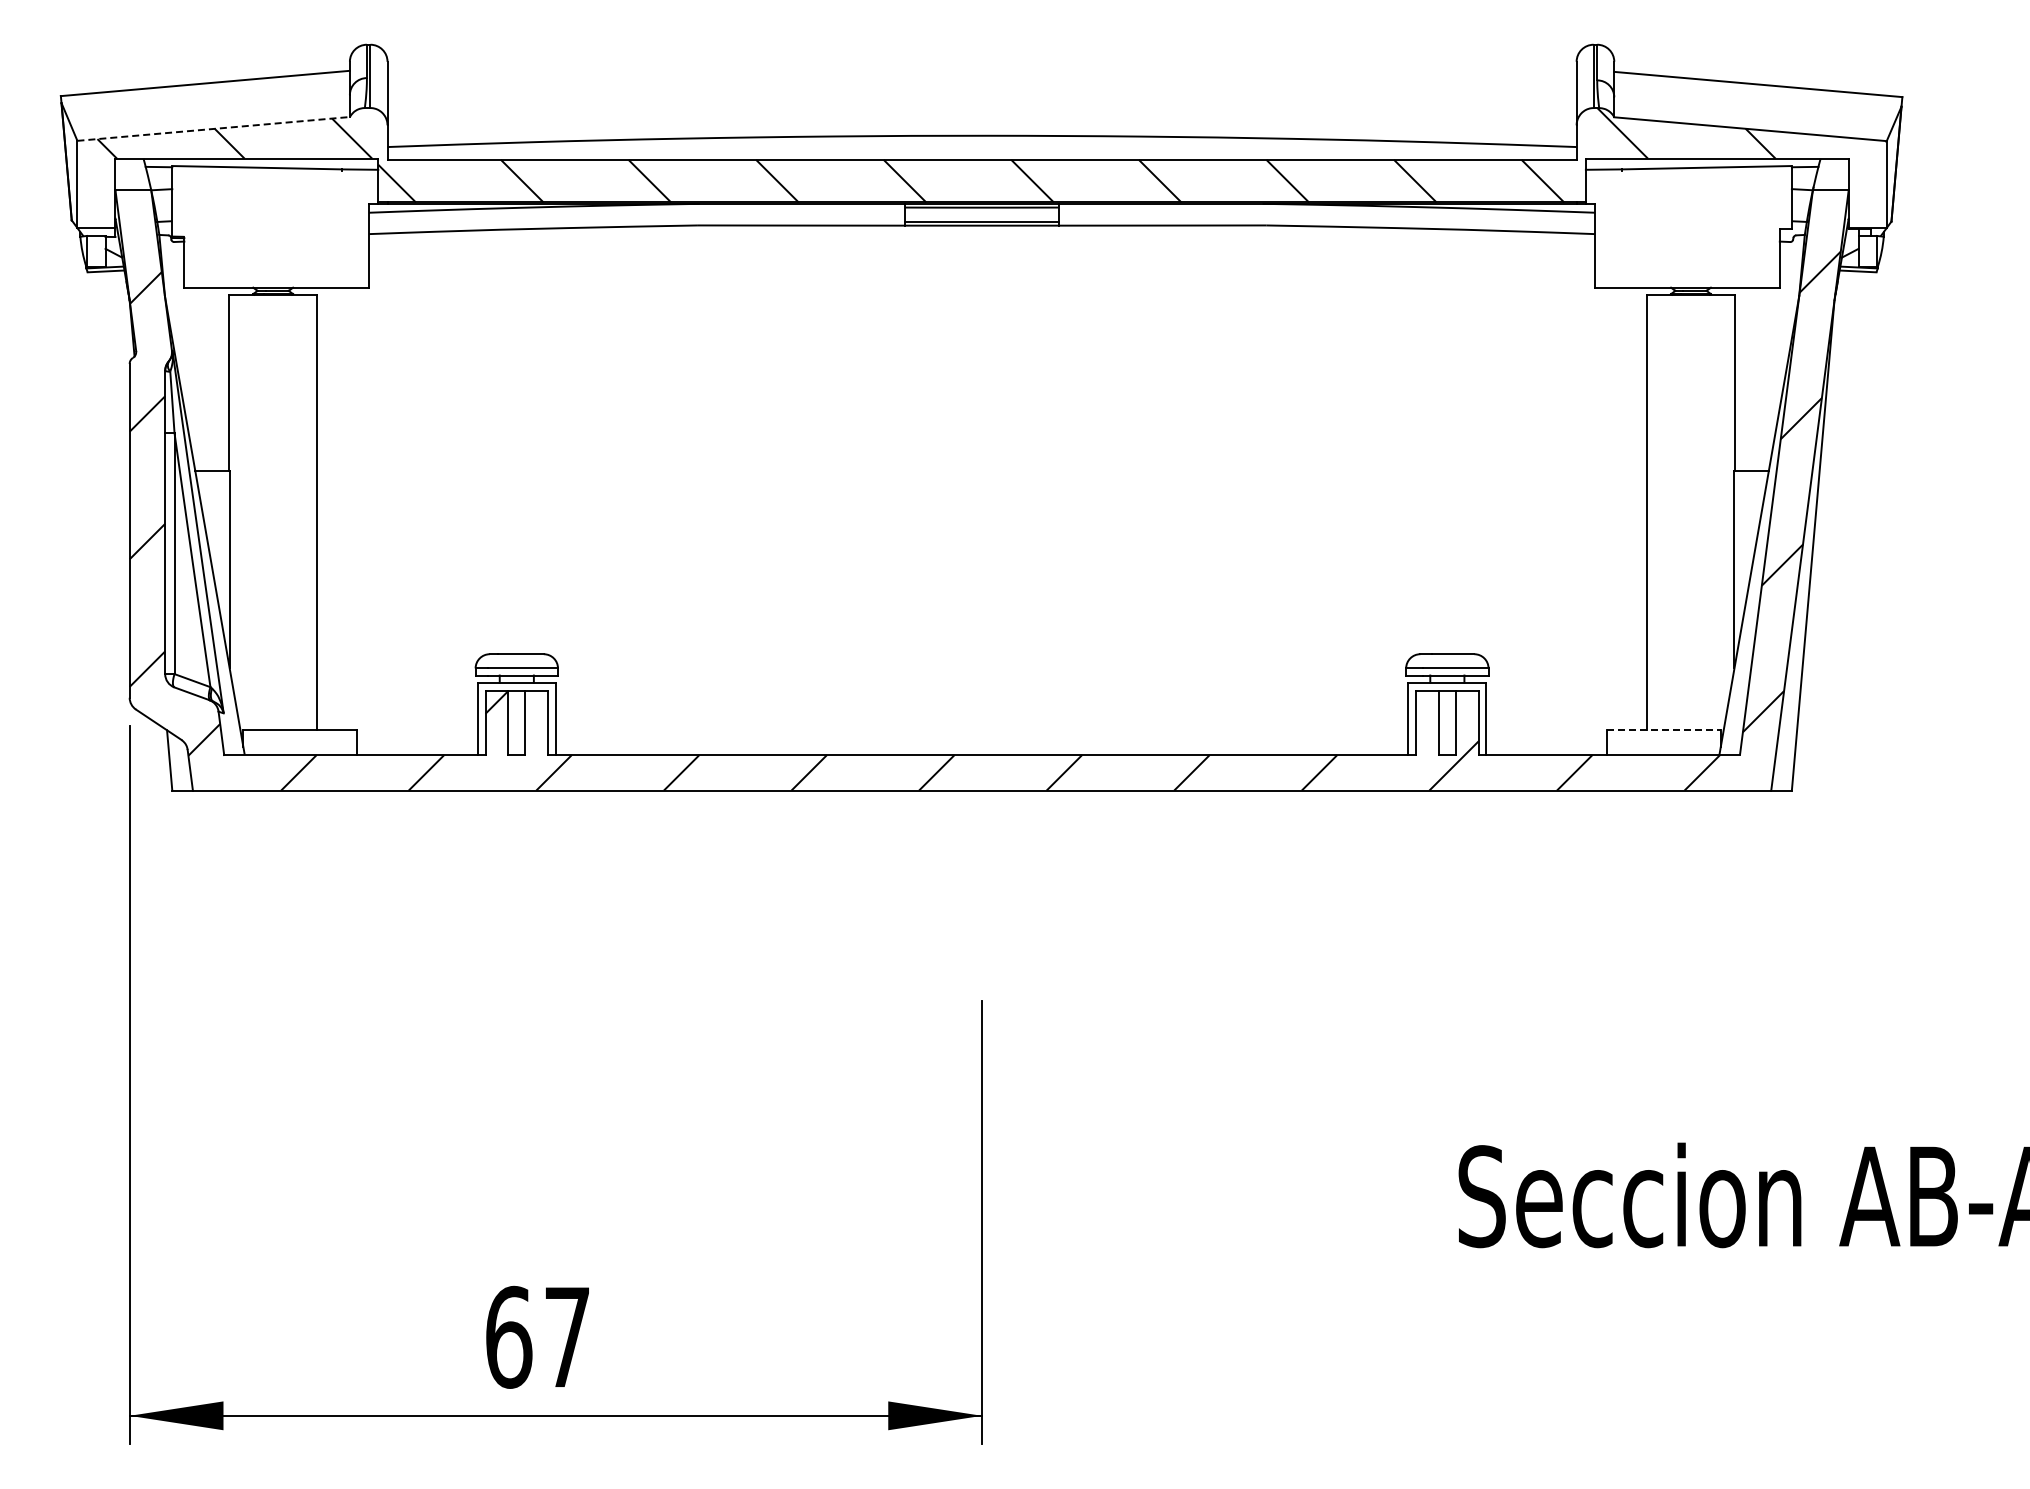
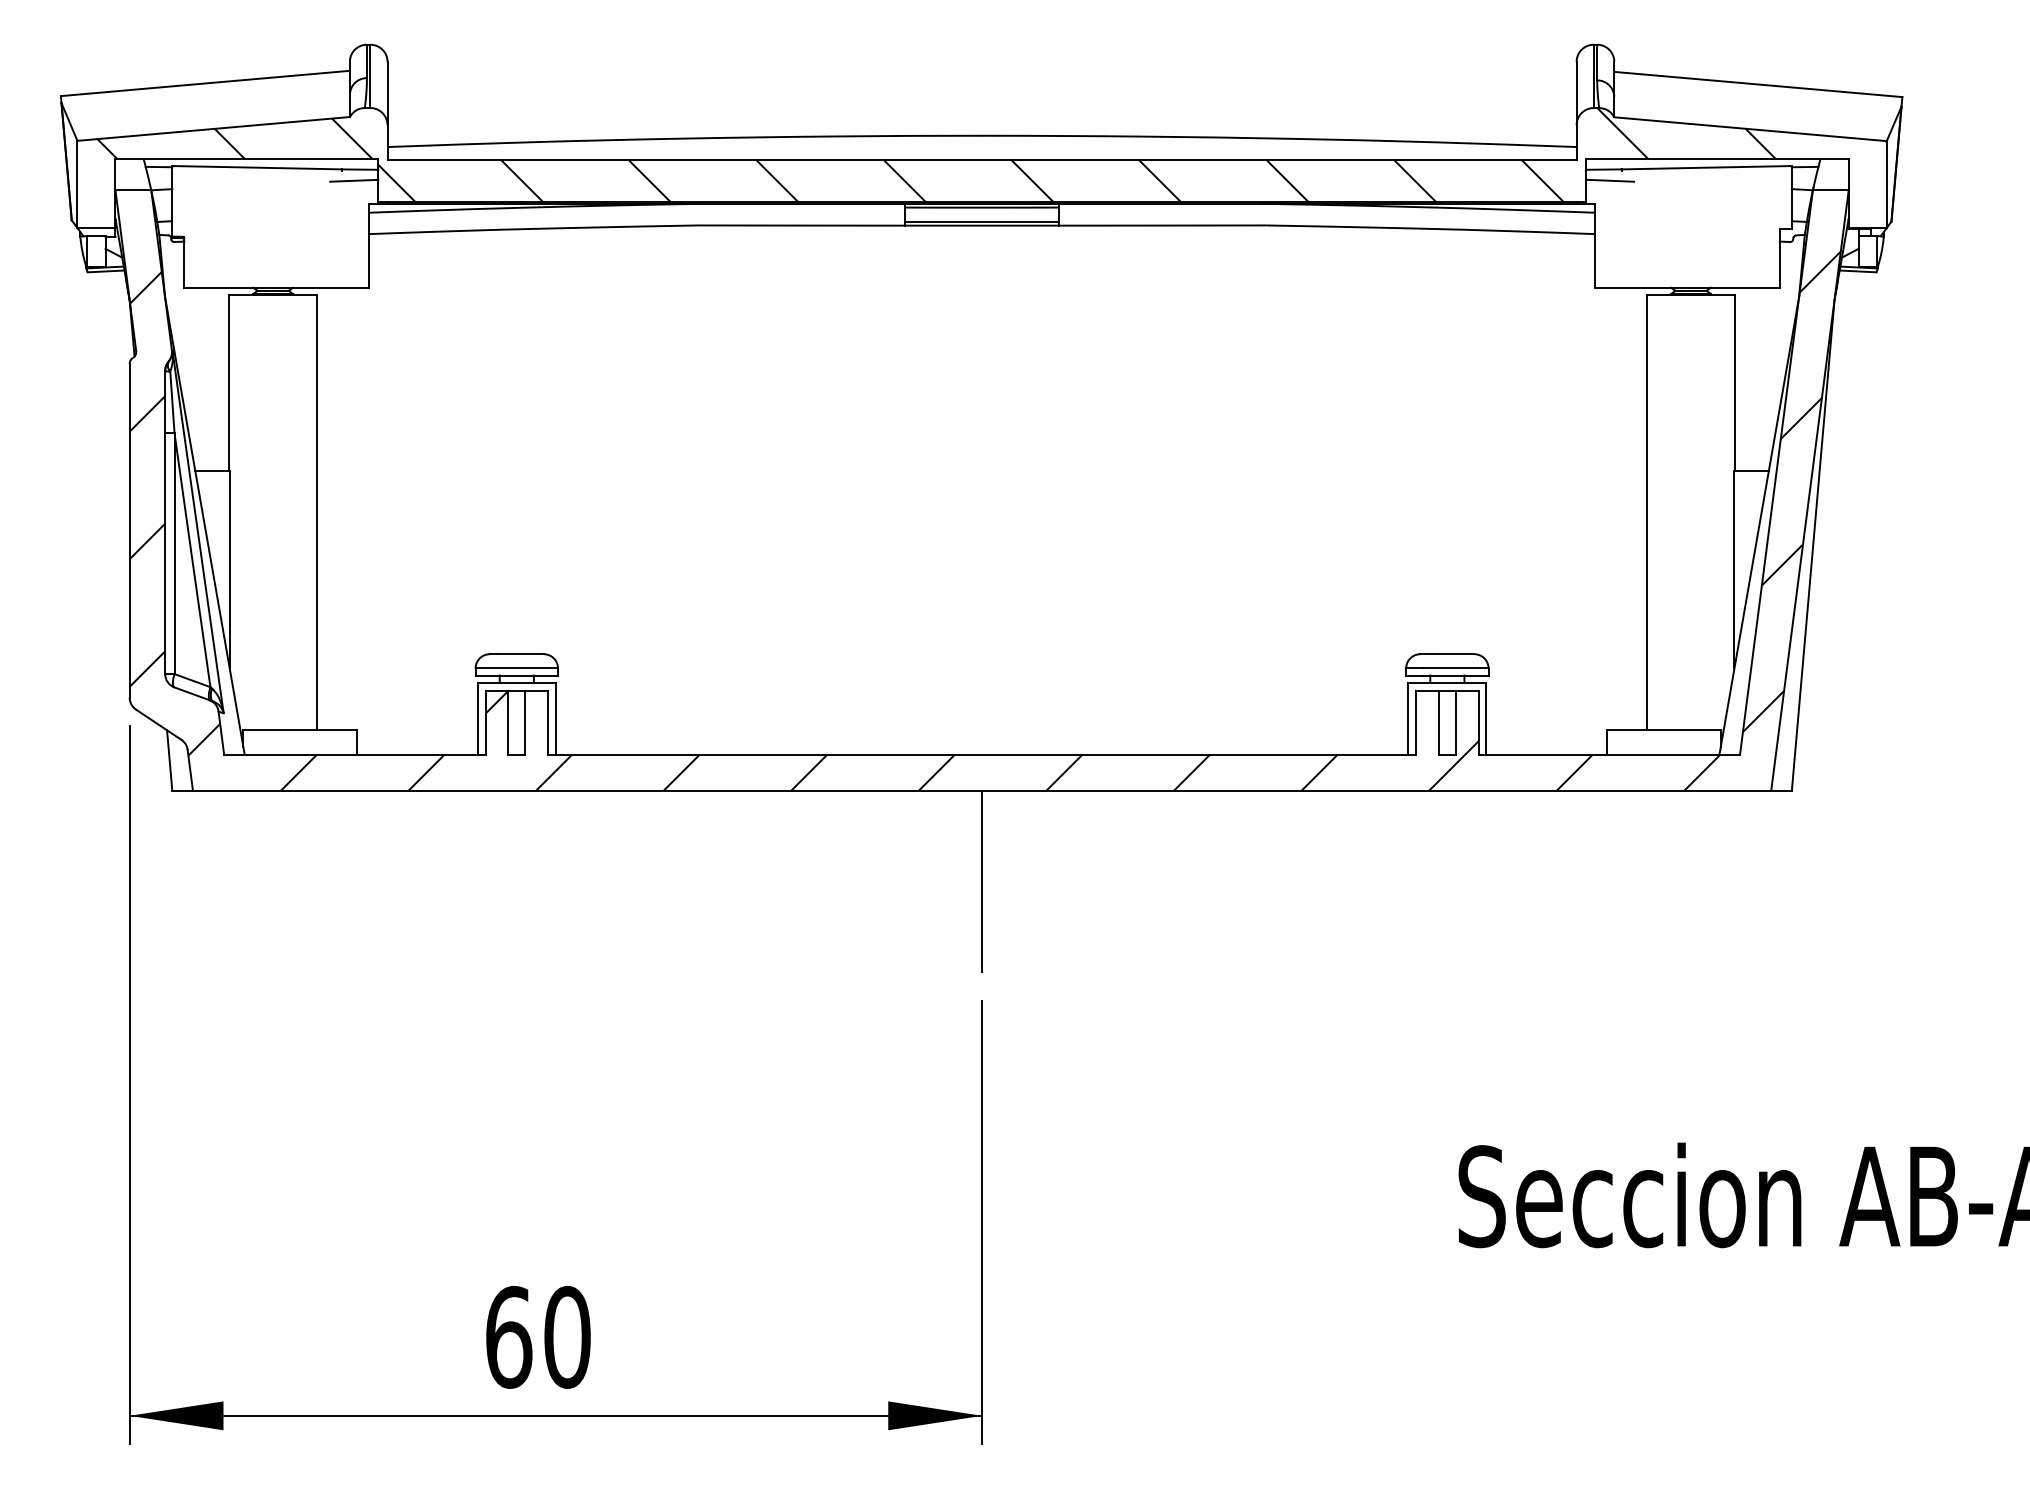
line at (213, 128): dashed -> solid
line at (354, 180): none -> present
line at (1609, 180): none -> present
line at (1664, 729): dashed -> solid
line at (982, 881): none -> present
text at (567, 1336): 67 -> 60
